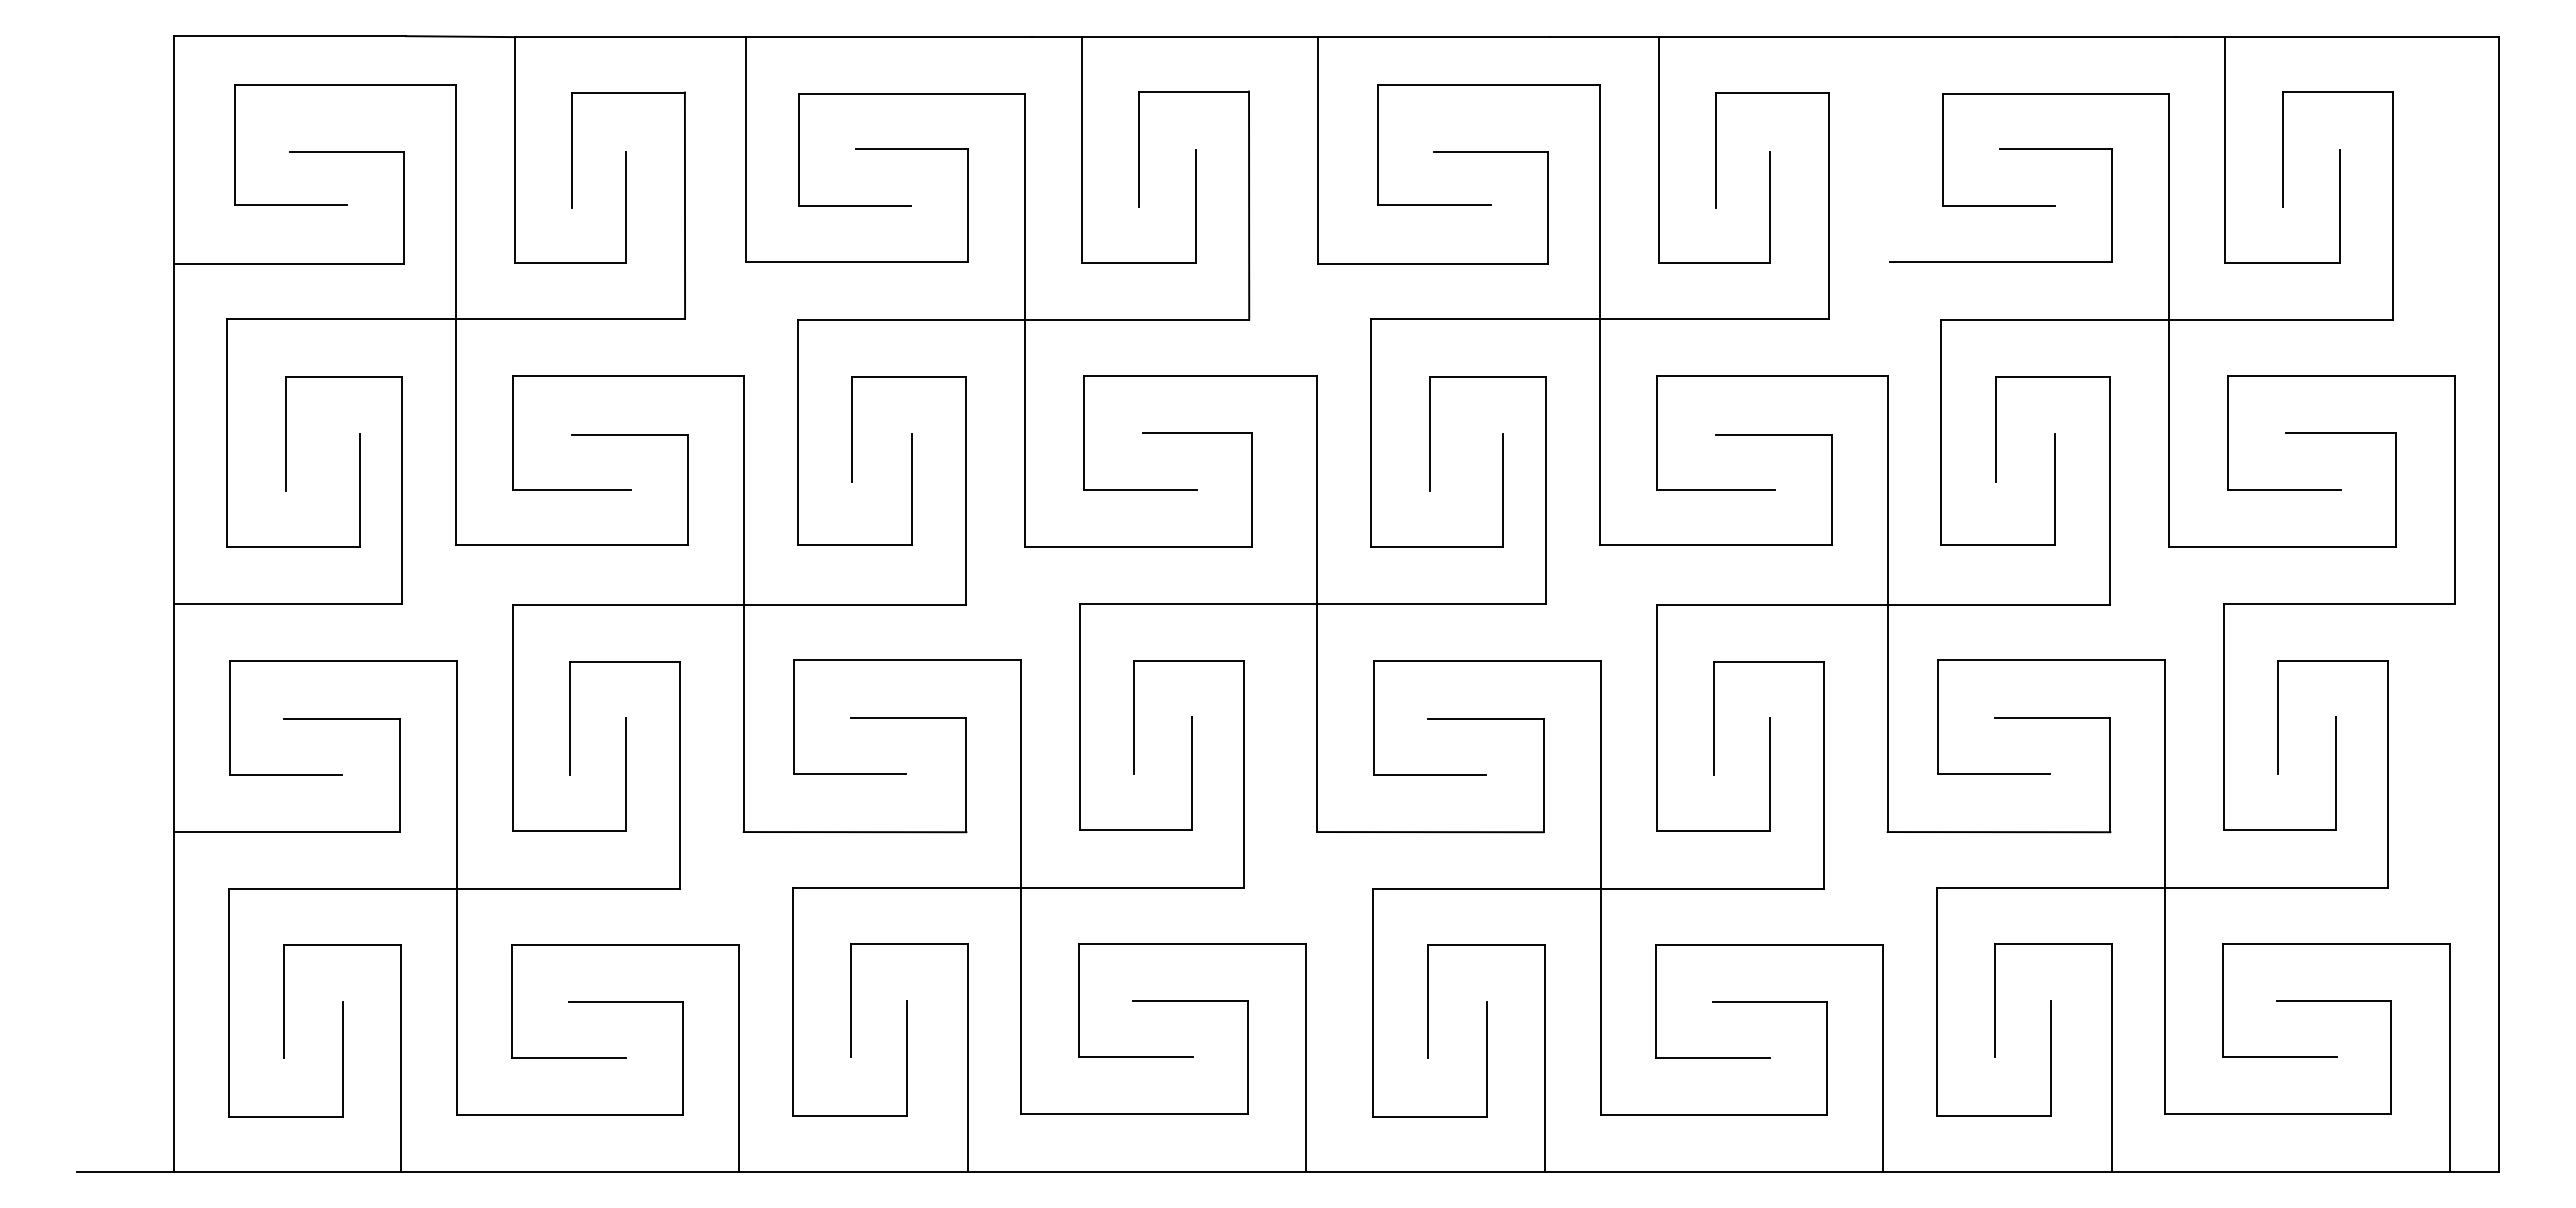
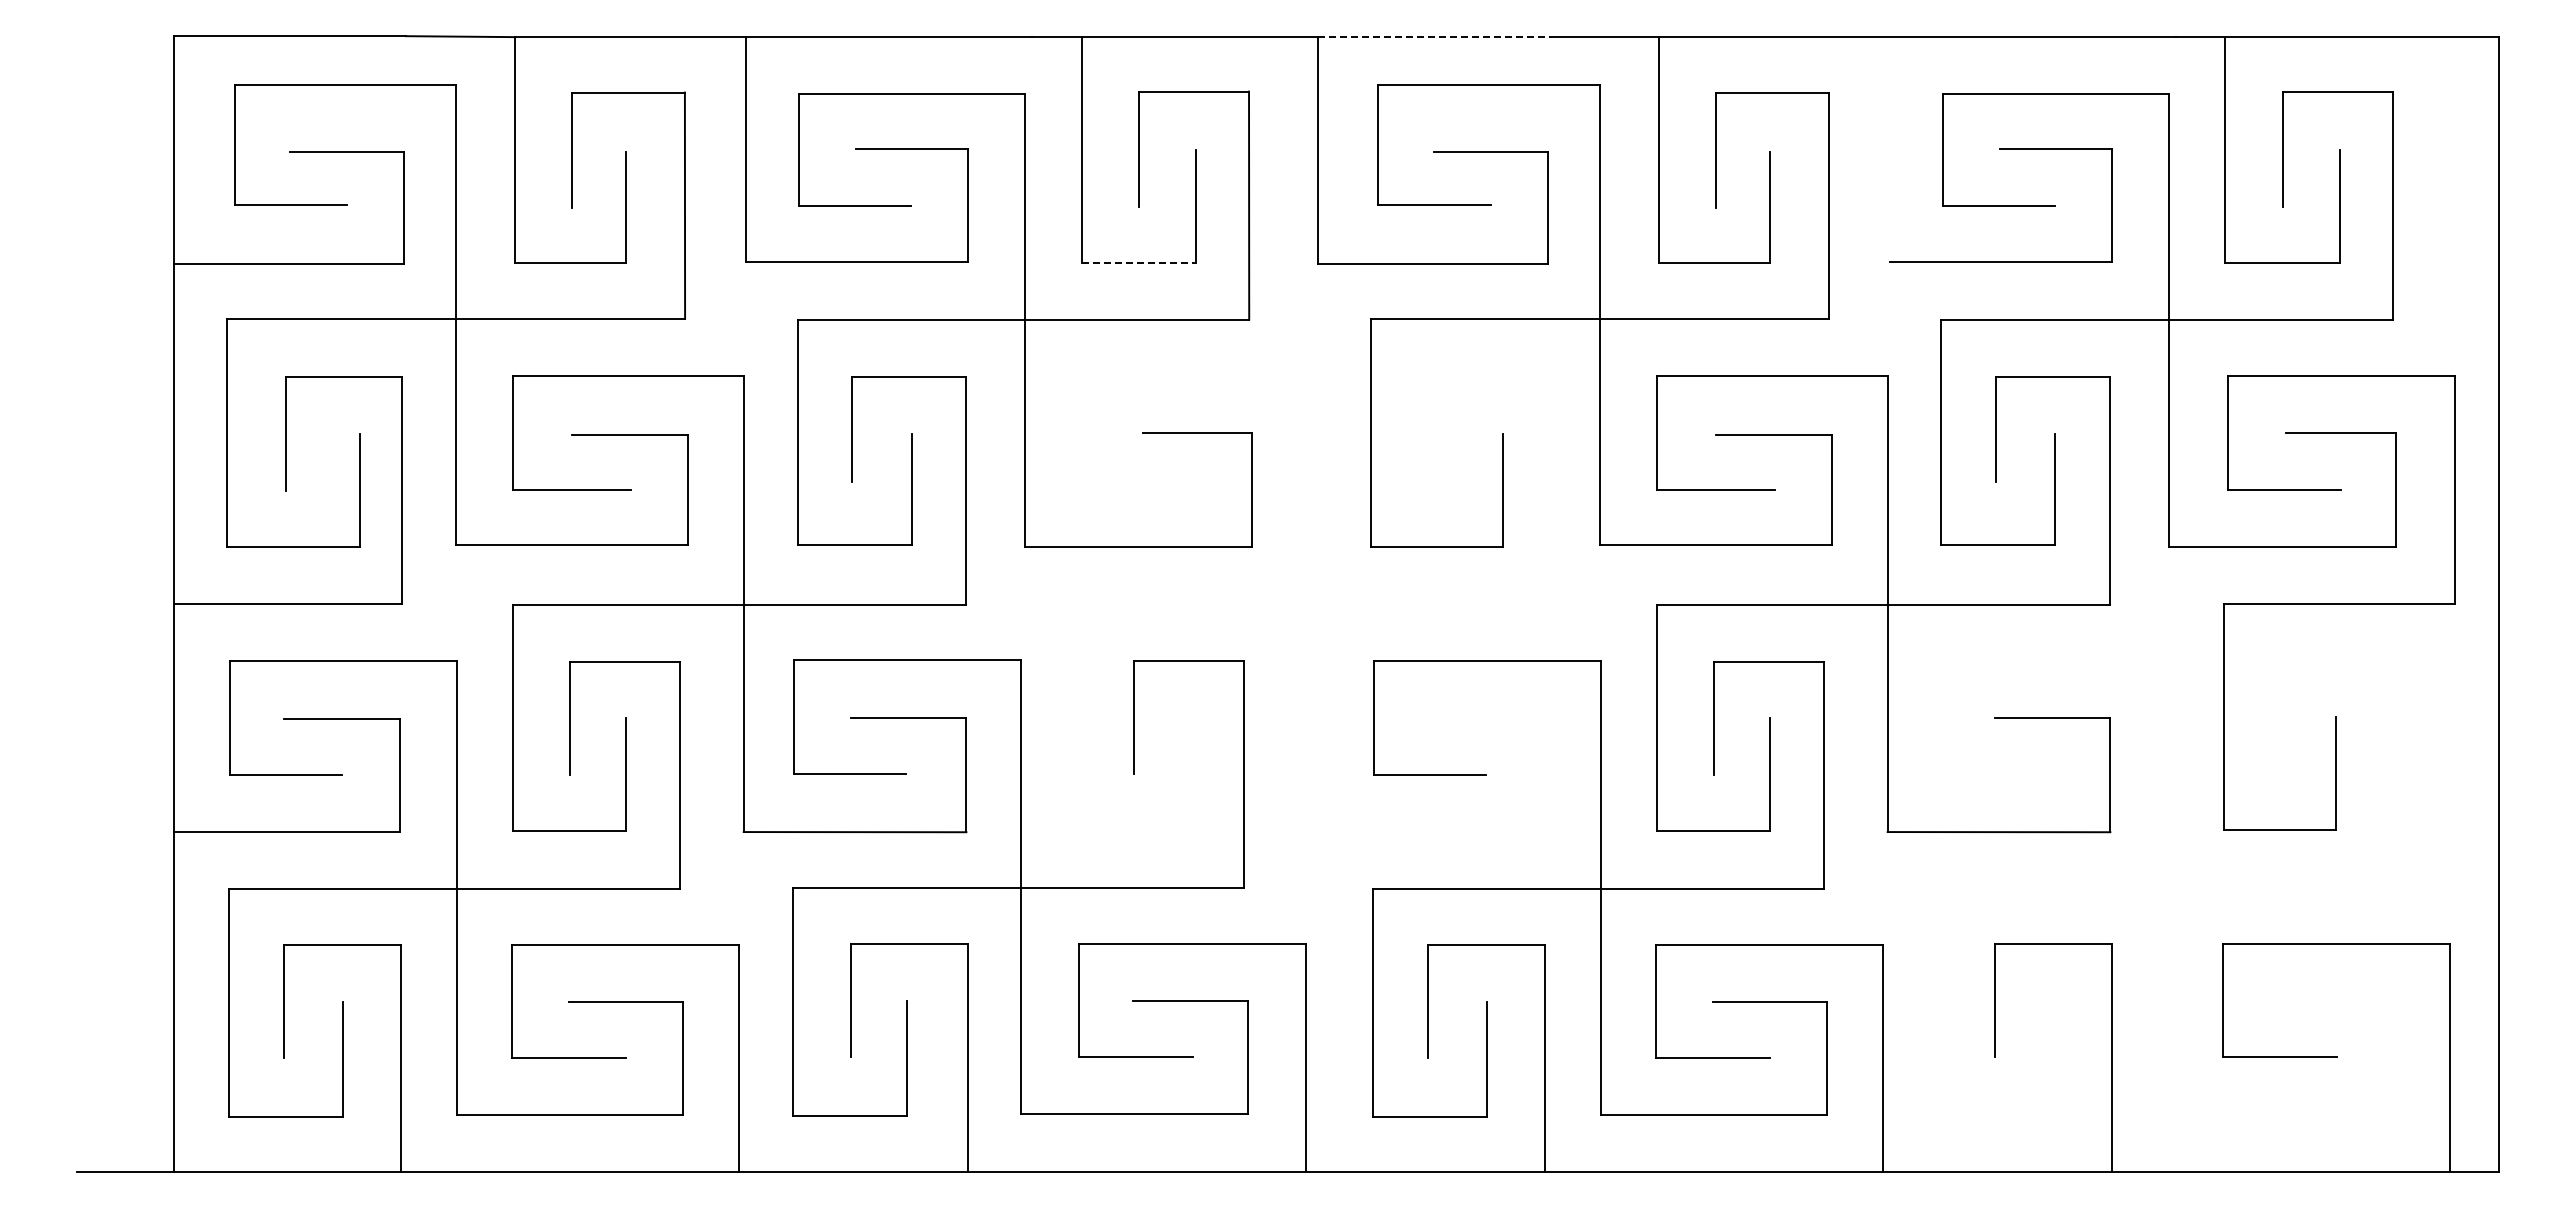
line at (1434, 37): solid -> dashed
line at (1139, 262): solid -> dashed
part at (1312, 604): present -> none
part at (2163, 887): present -> none
